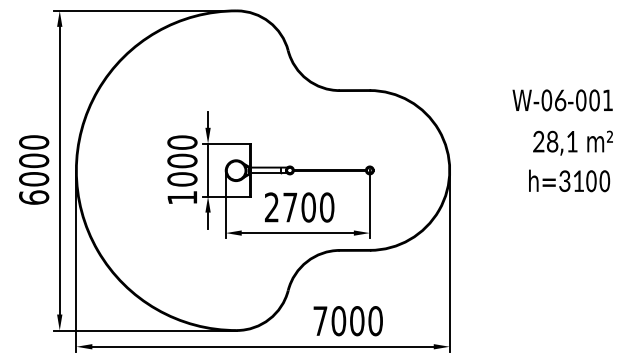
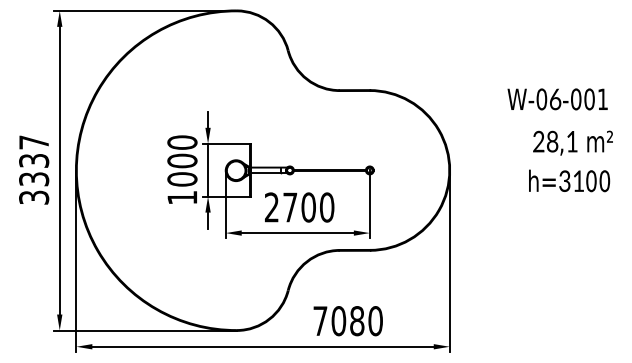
text at (562, 100) position: (562, 100) -> (557, 99)
text at (34, 169): 6000 -> 3337
text at (357, 320): 7000 -> 7080
